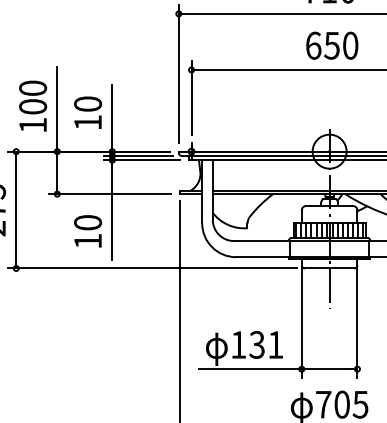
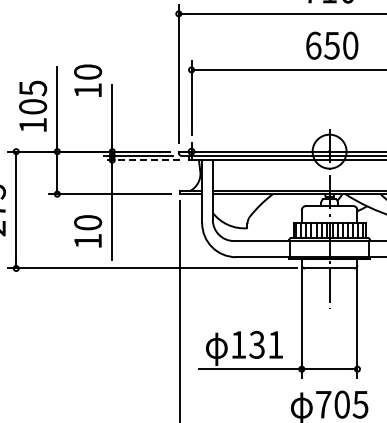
text at (33, 88): 100 -> 105
text at (88, 112) position: (88, 112) -> (88, 80)
line at (141, 160): solid -> dashed
